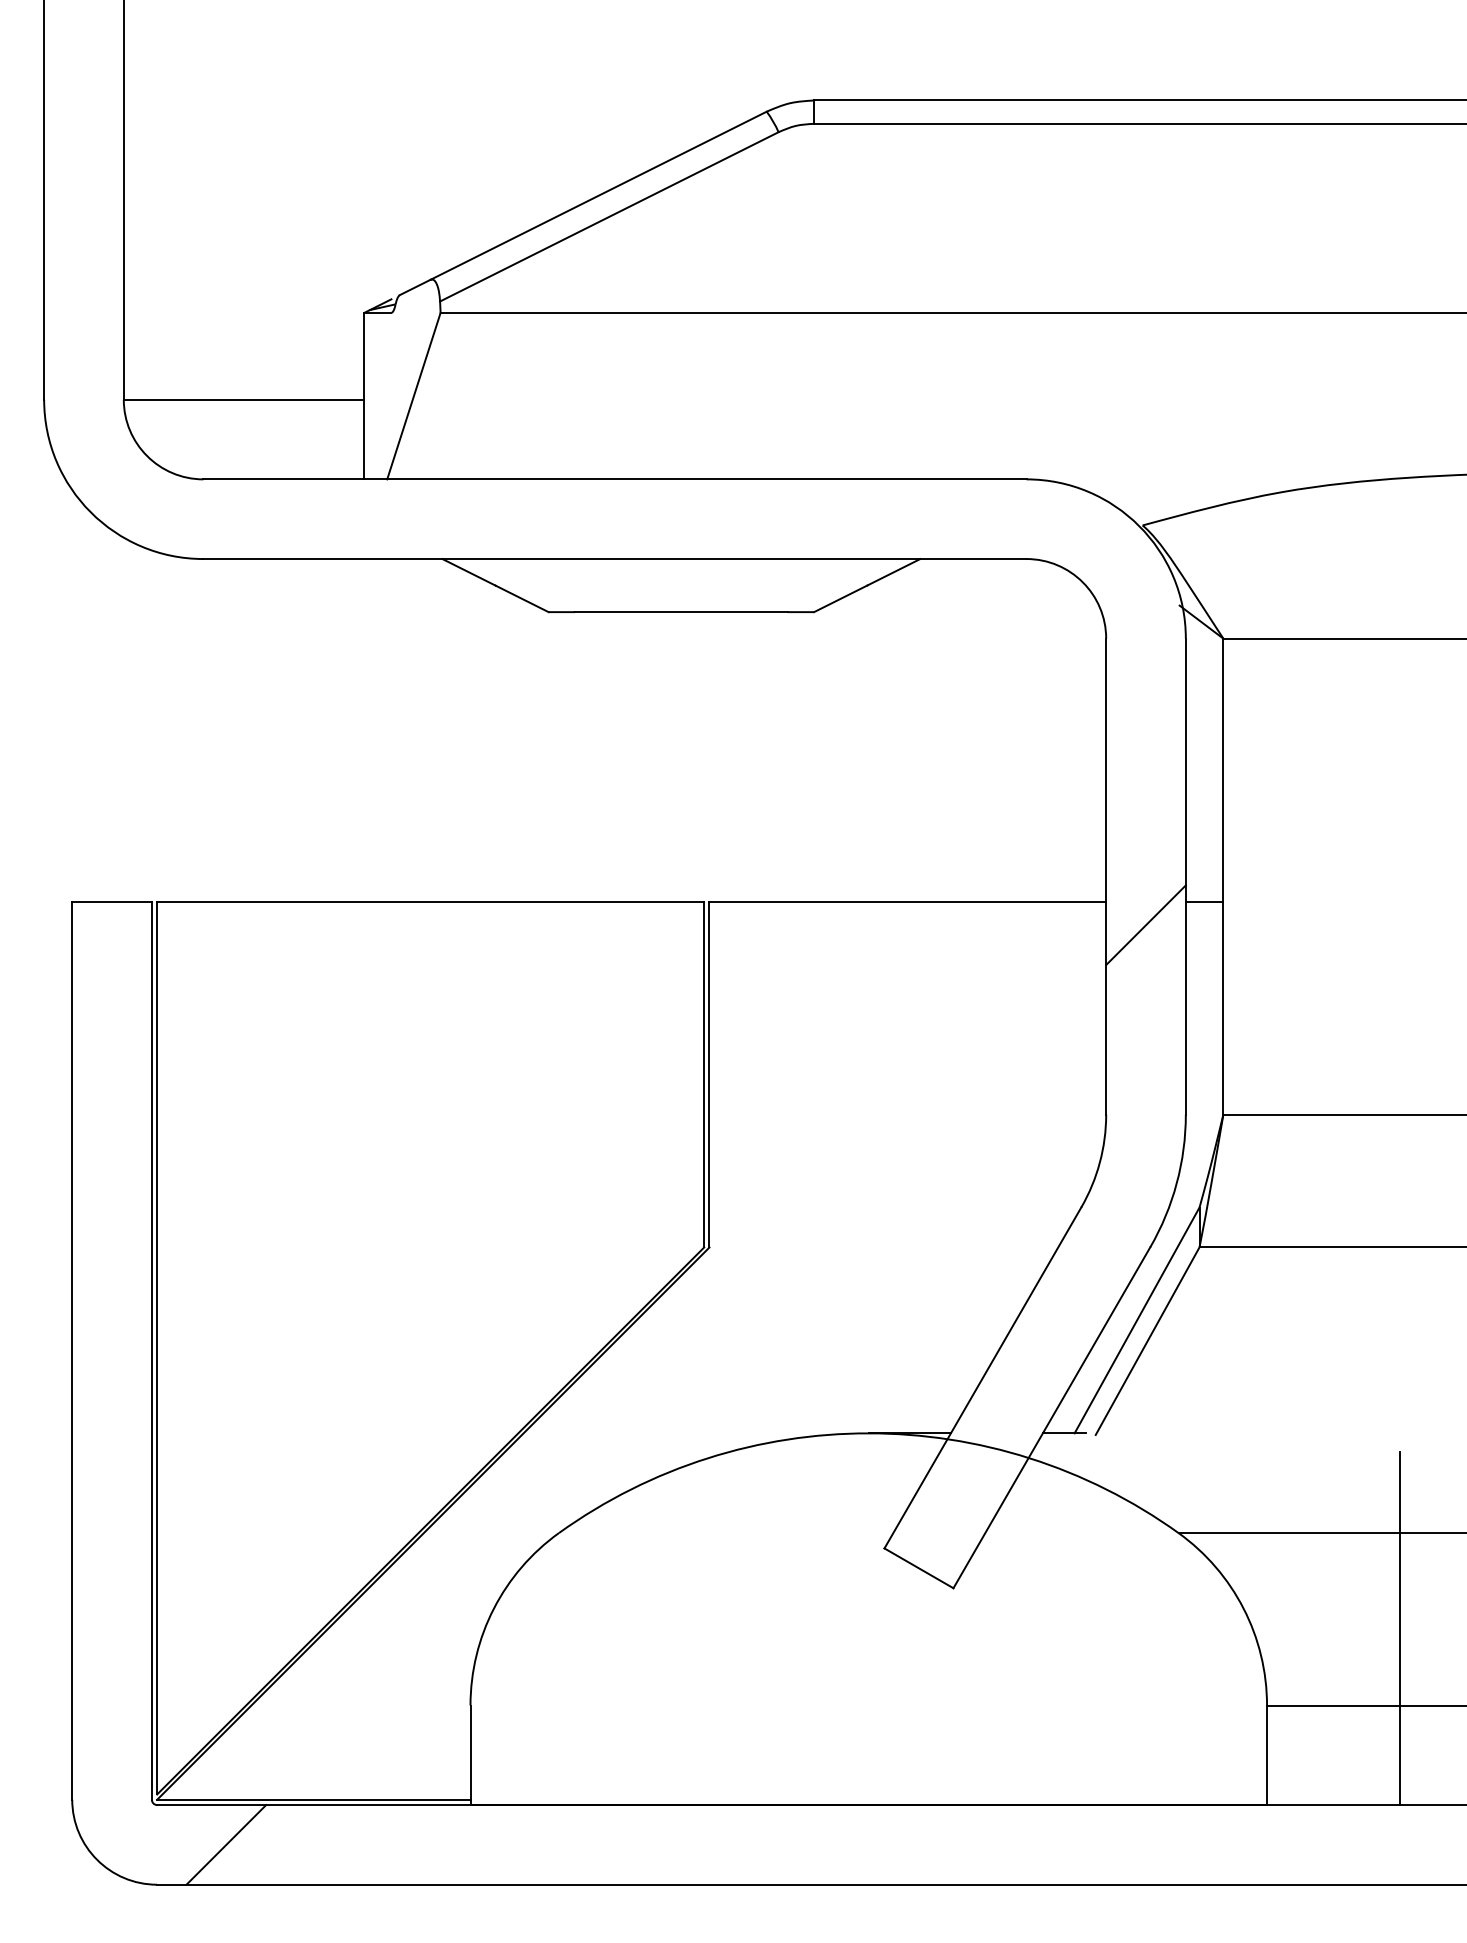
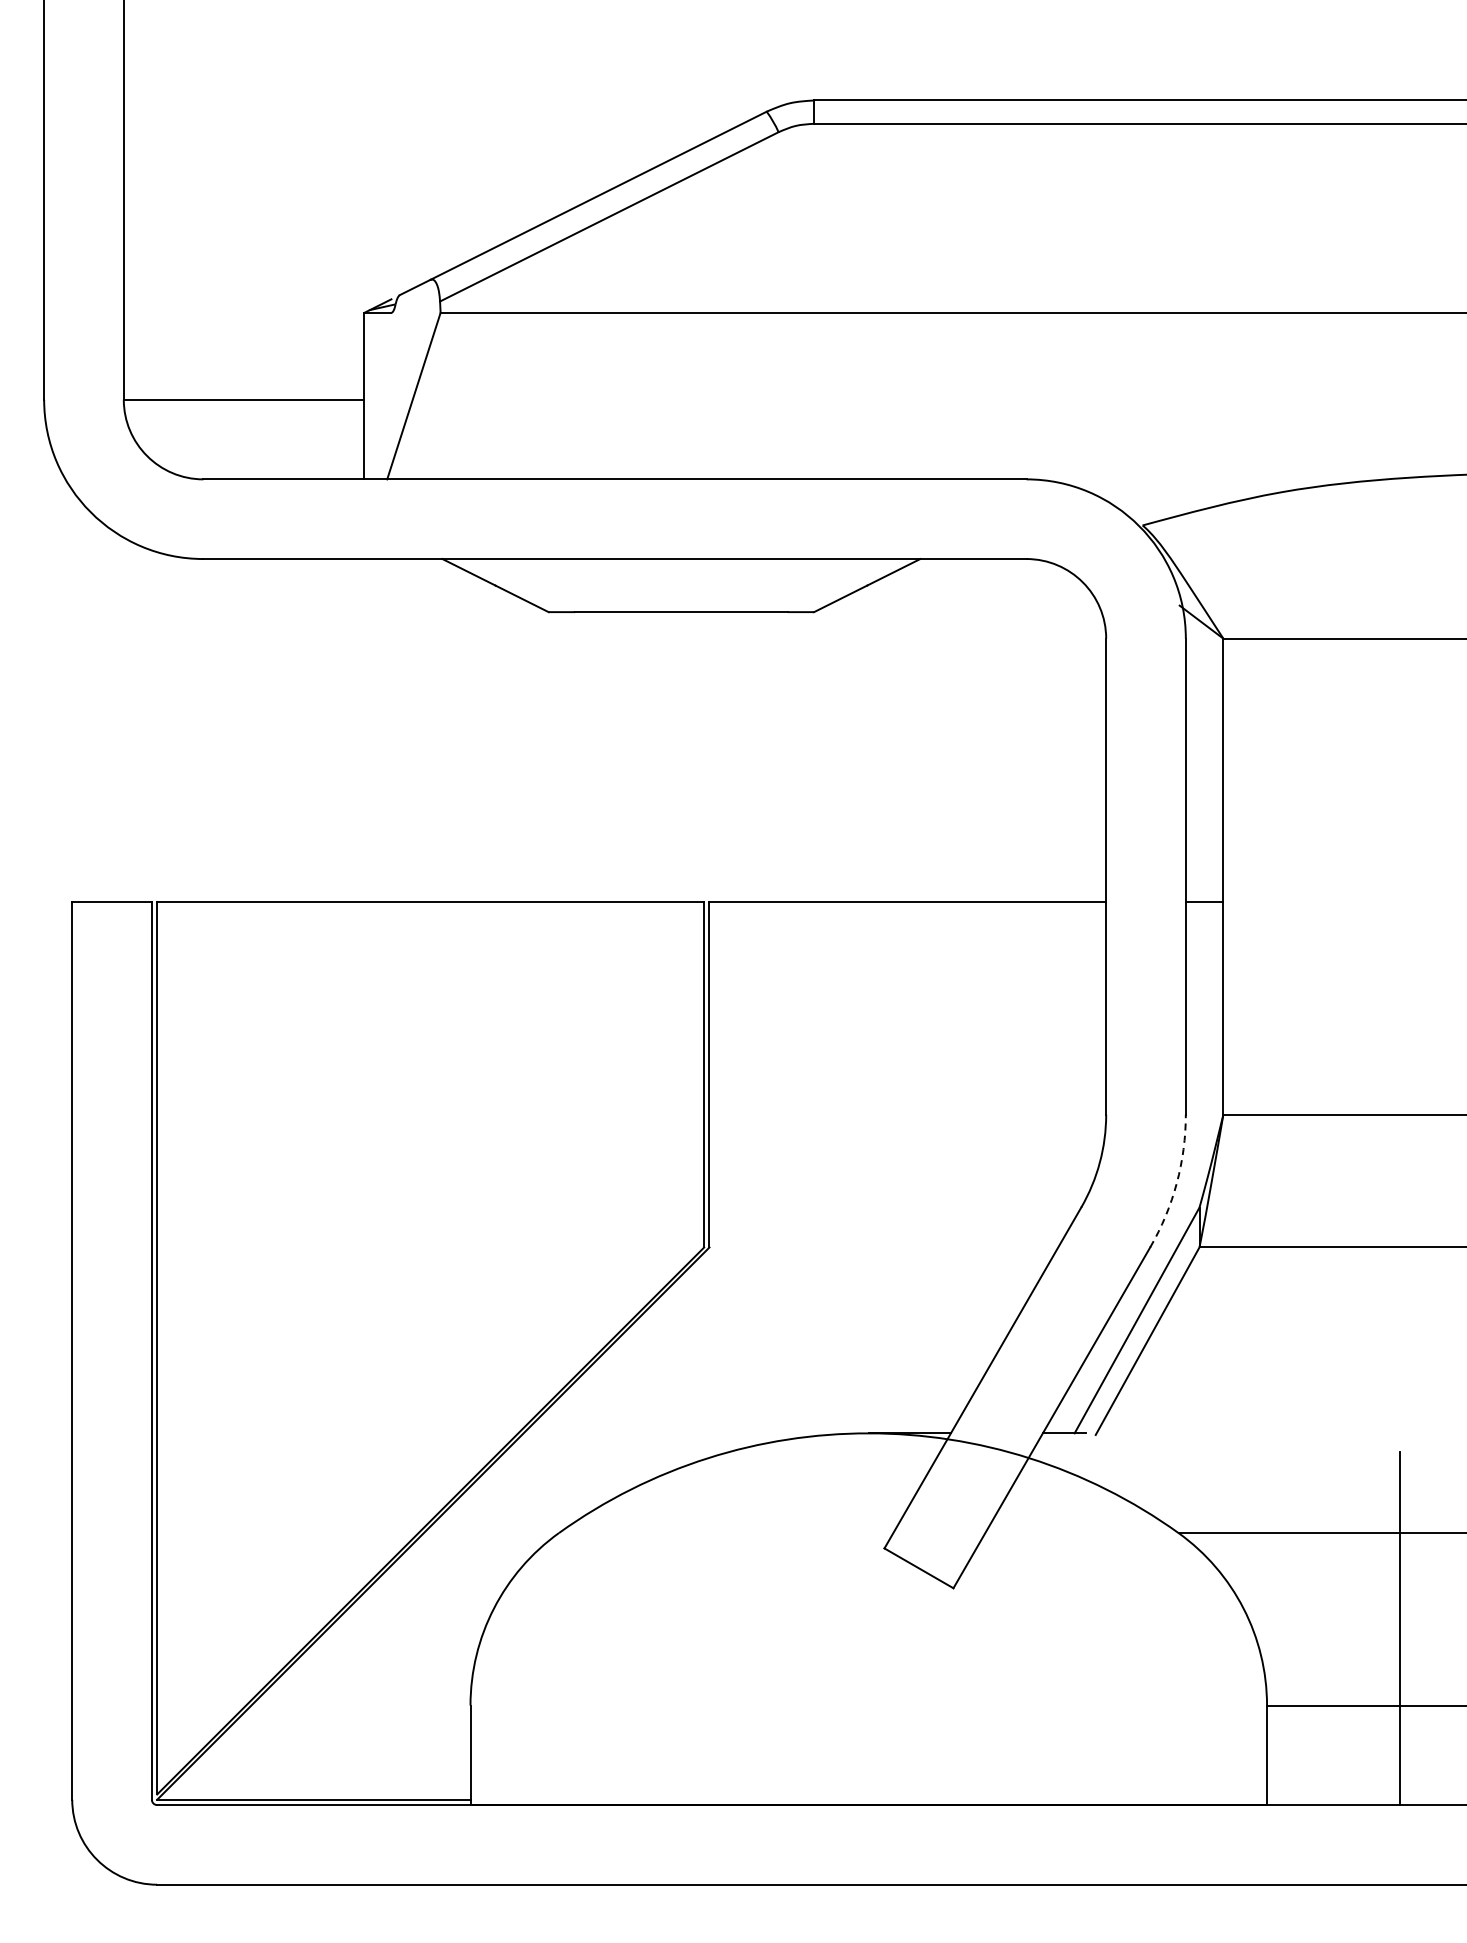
line at (1145, 925): present -> none
arc at (1176, 1183): solid -> dashed
line at (226, 1844): present -> none
